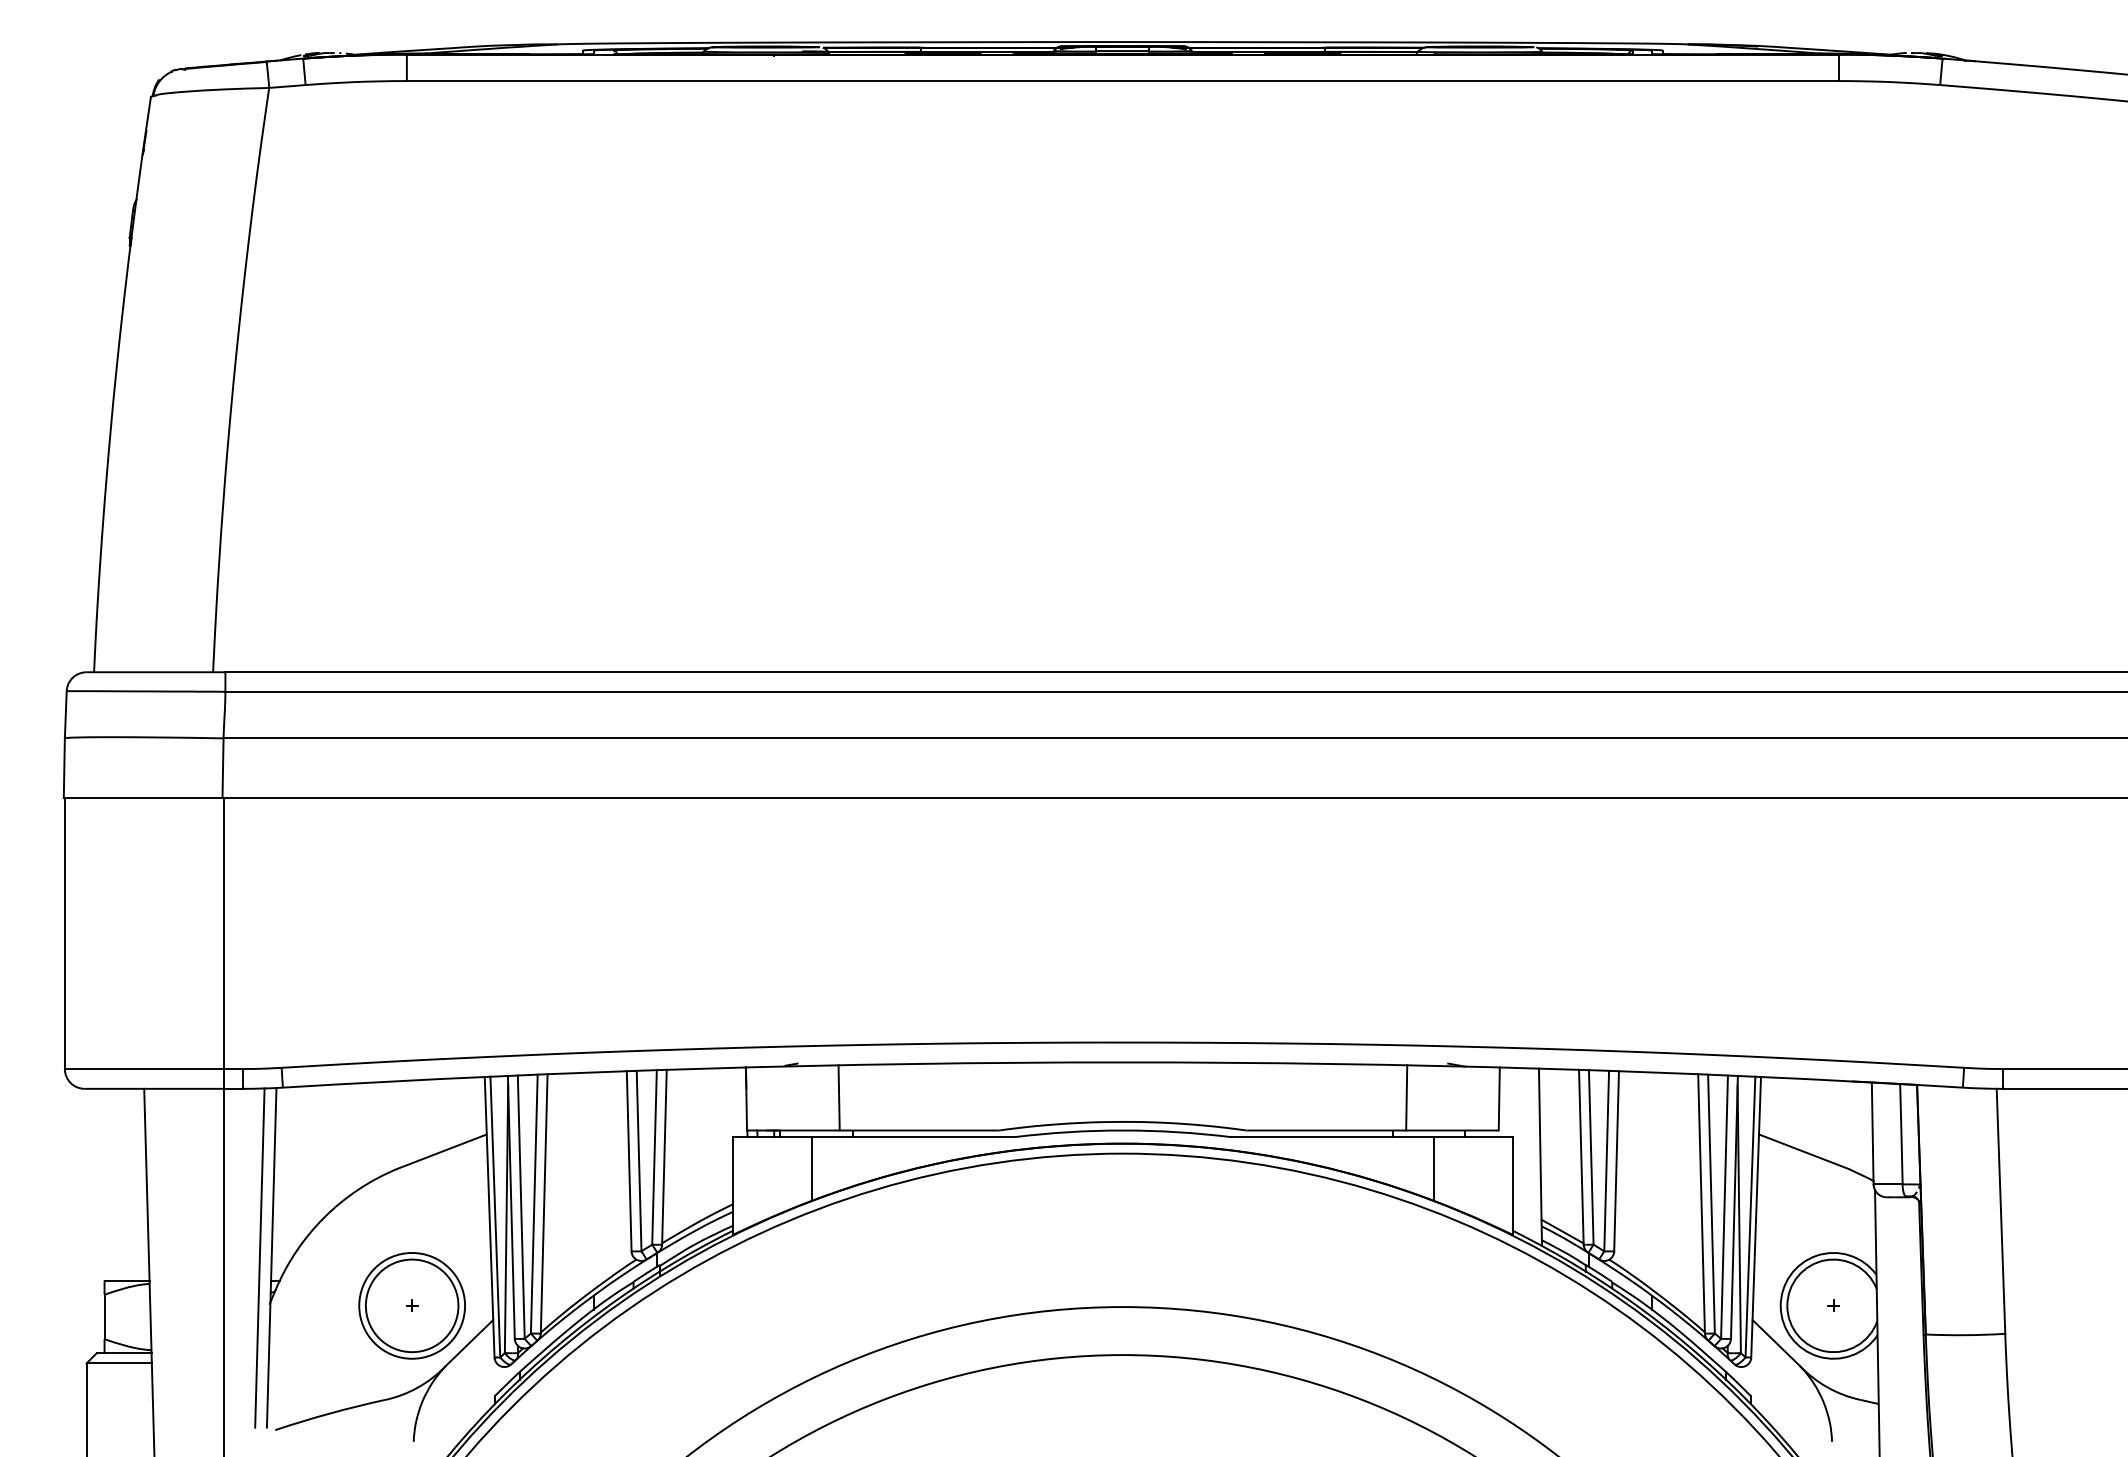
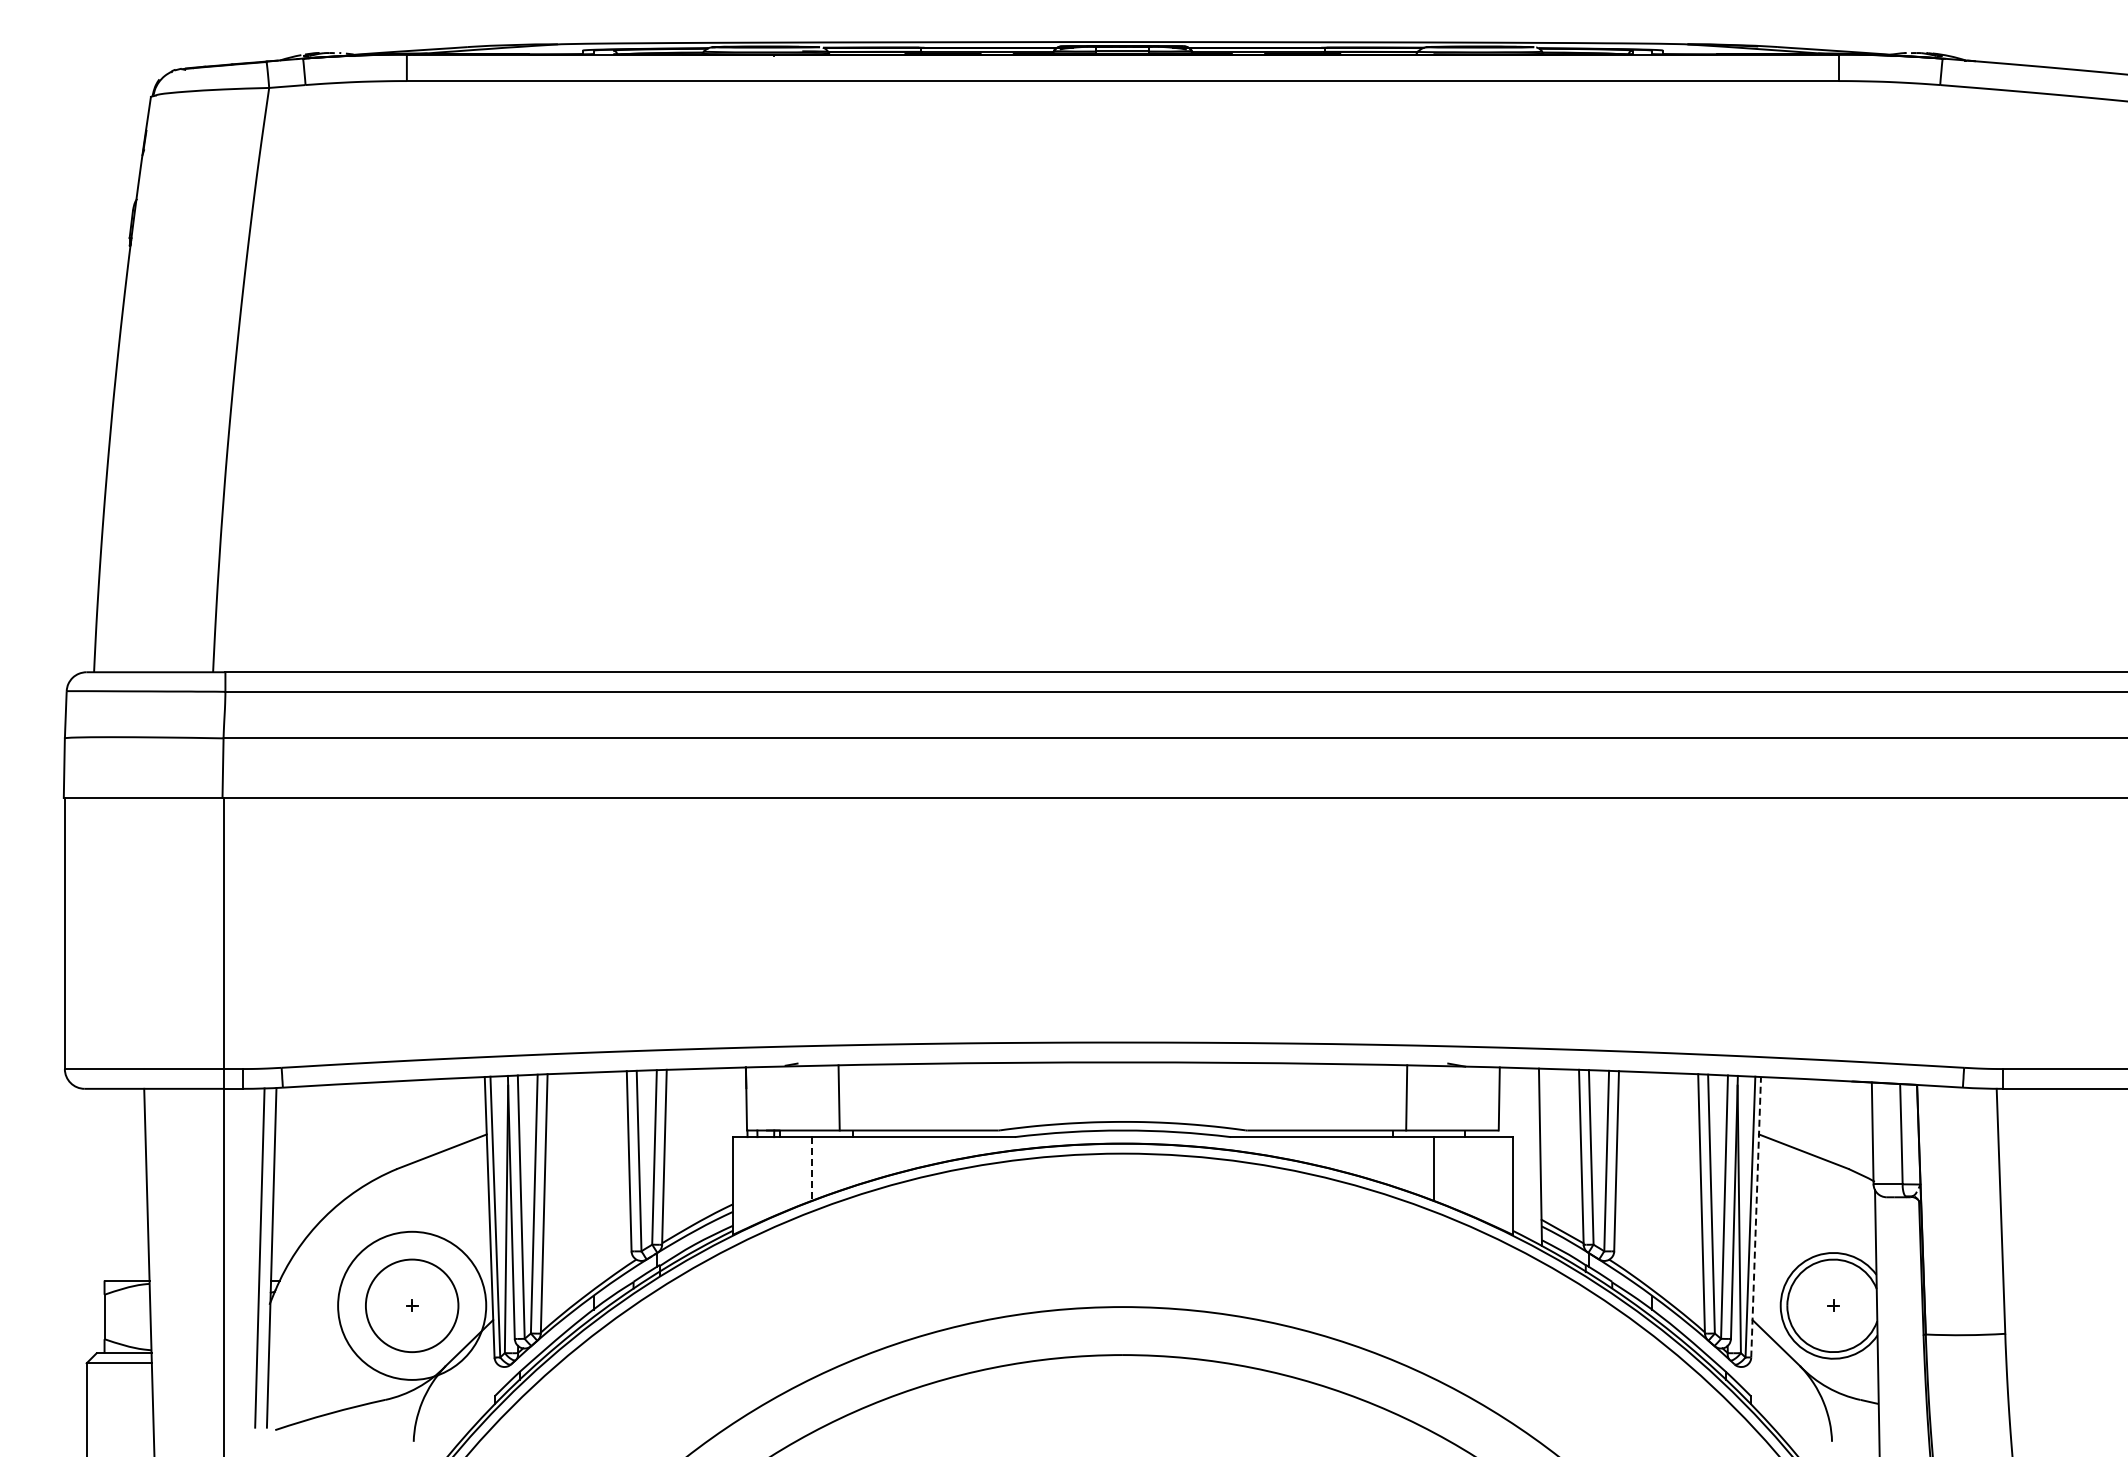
line at (812, 1168): solid -> dashed
line at (1756, 1216): solid -> dashed
circle at (412, 1305) diameter: 106 px -> 148 px
